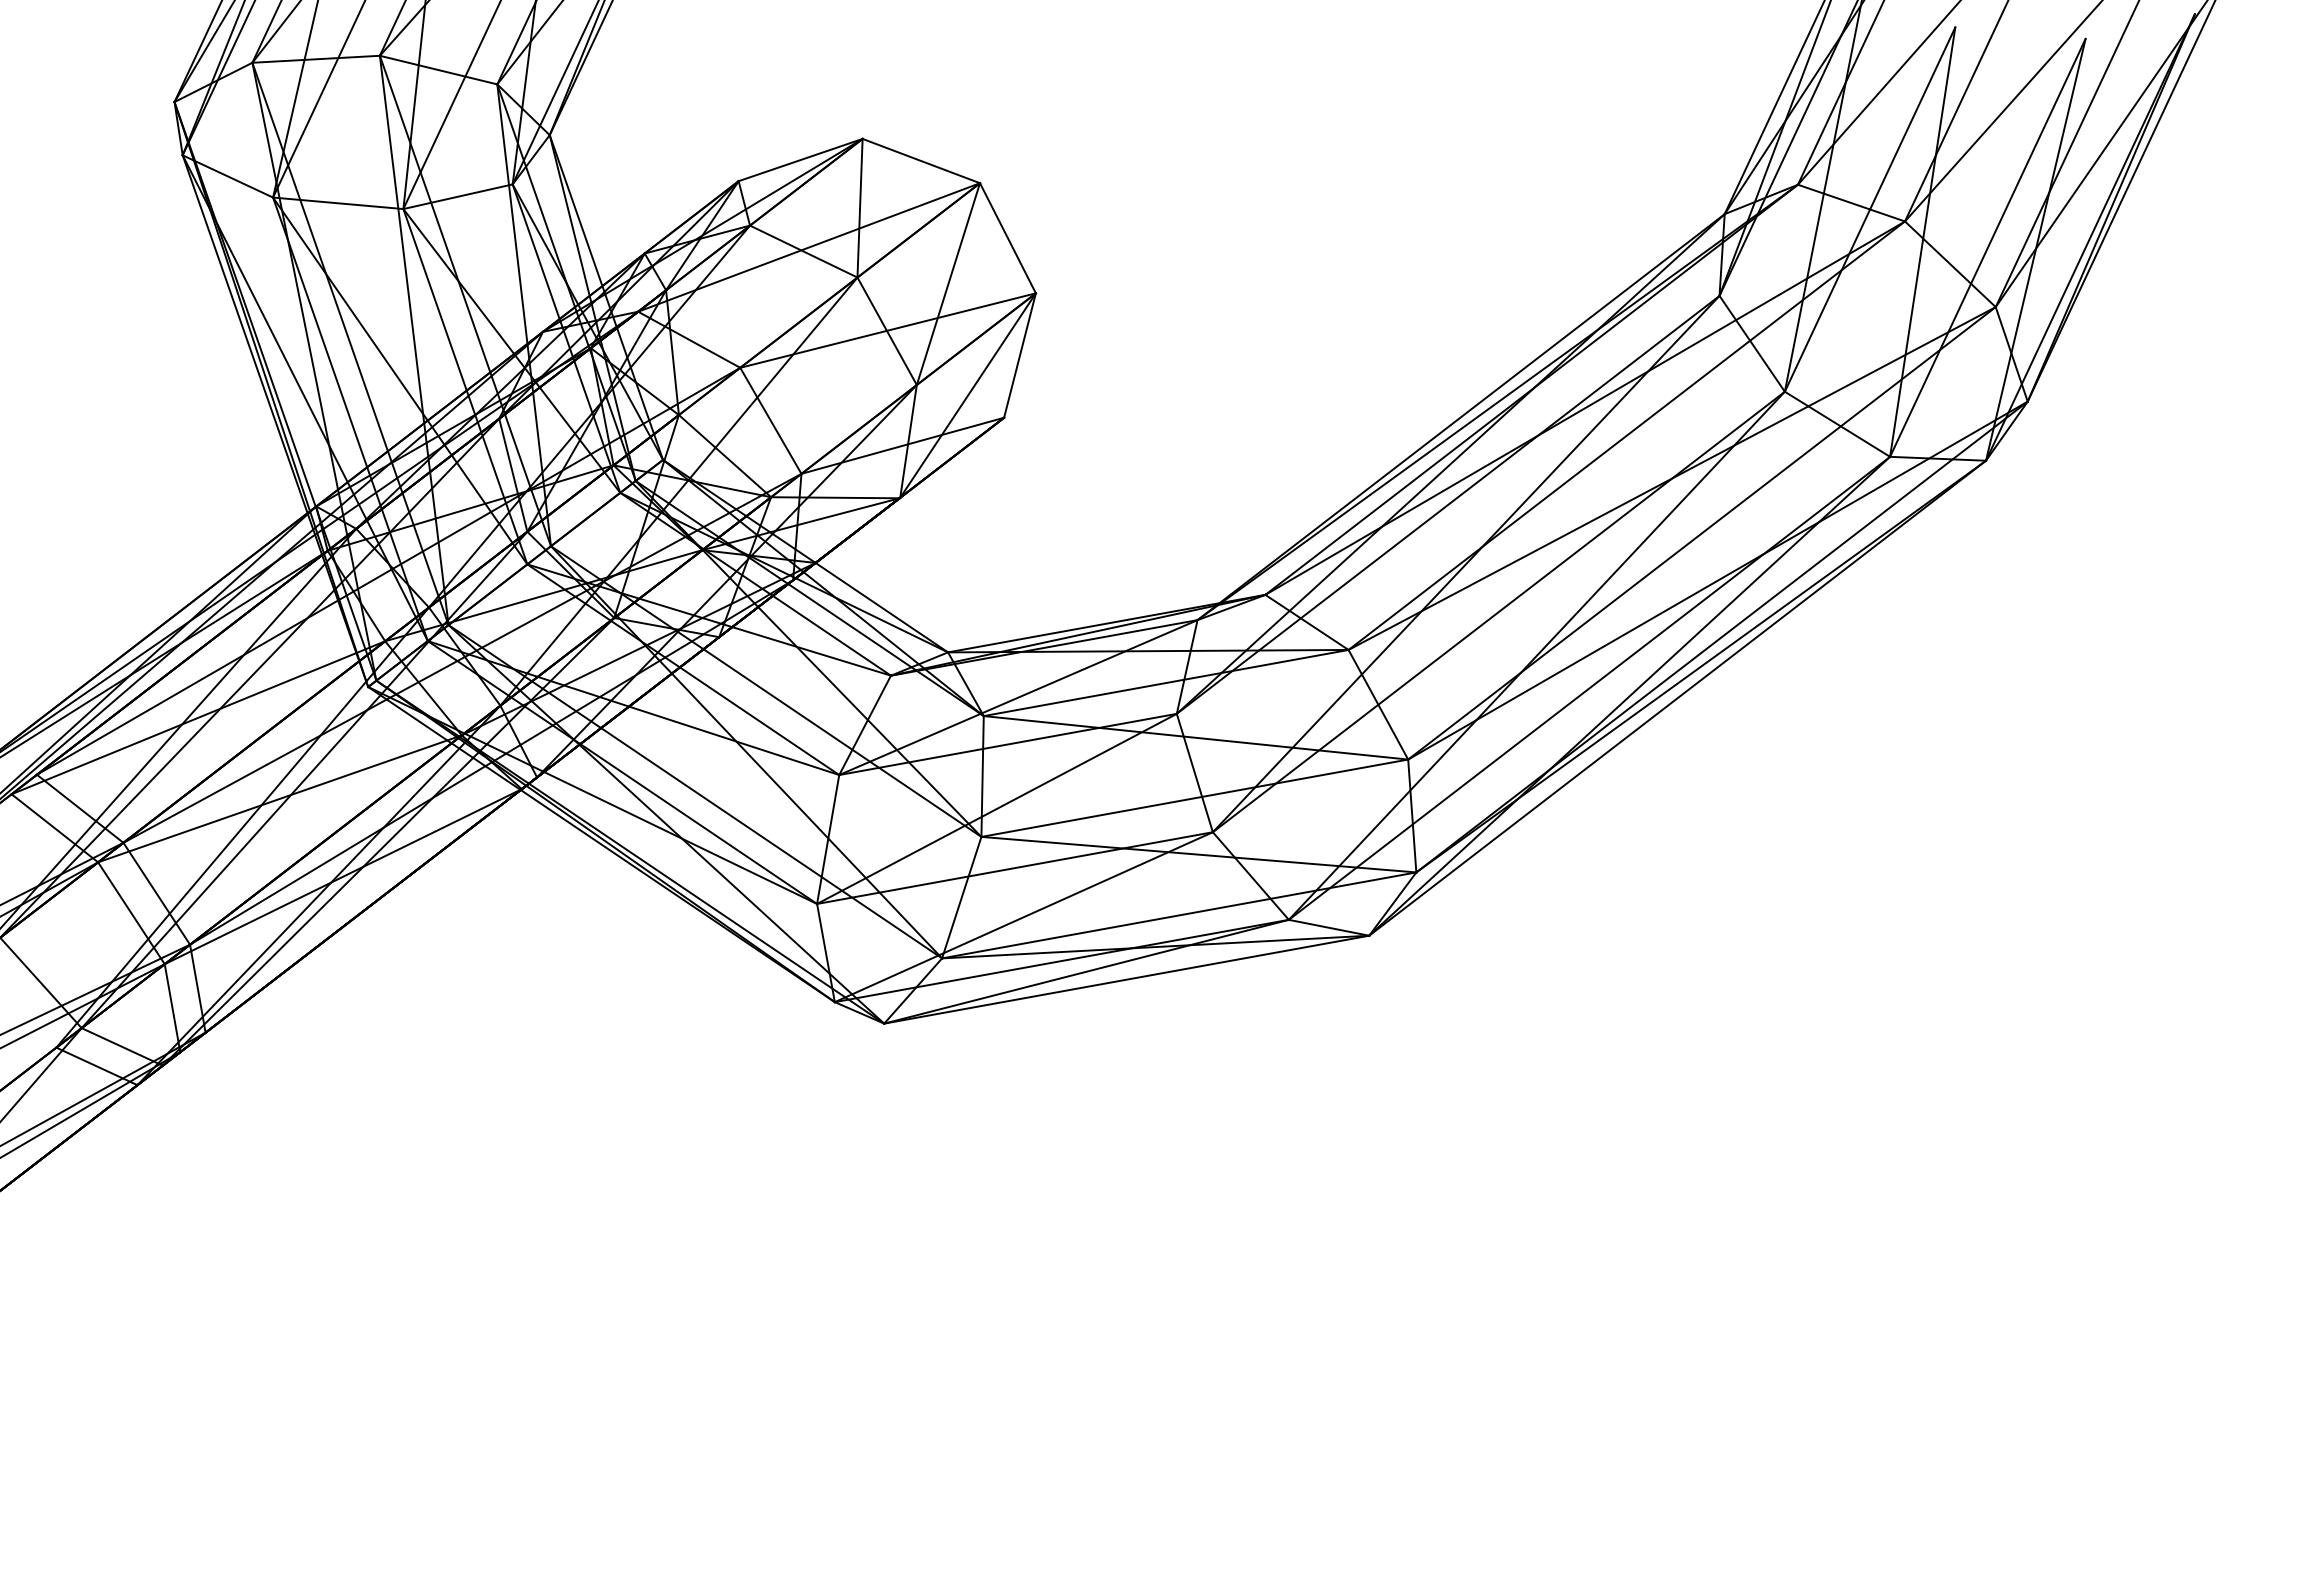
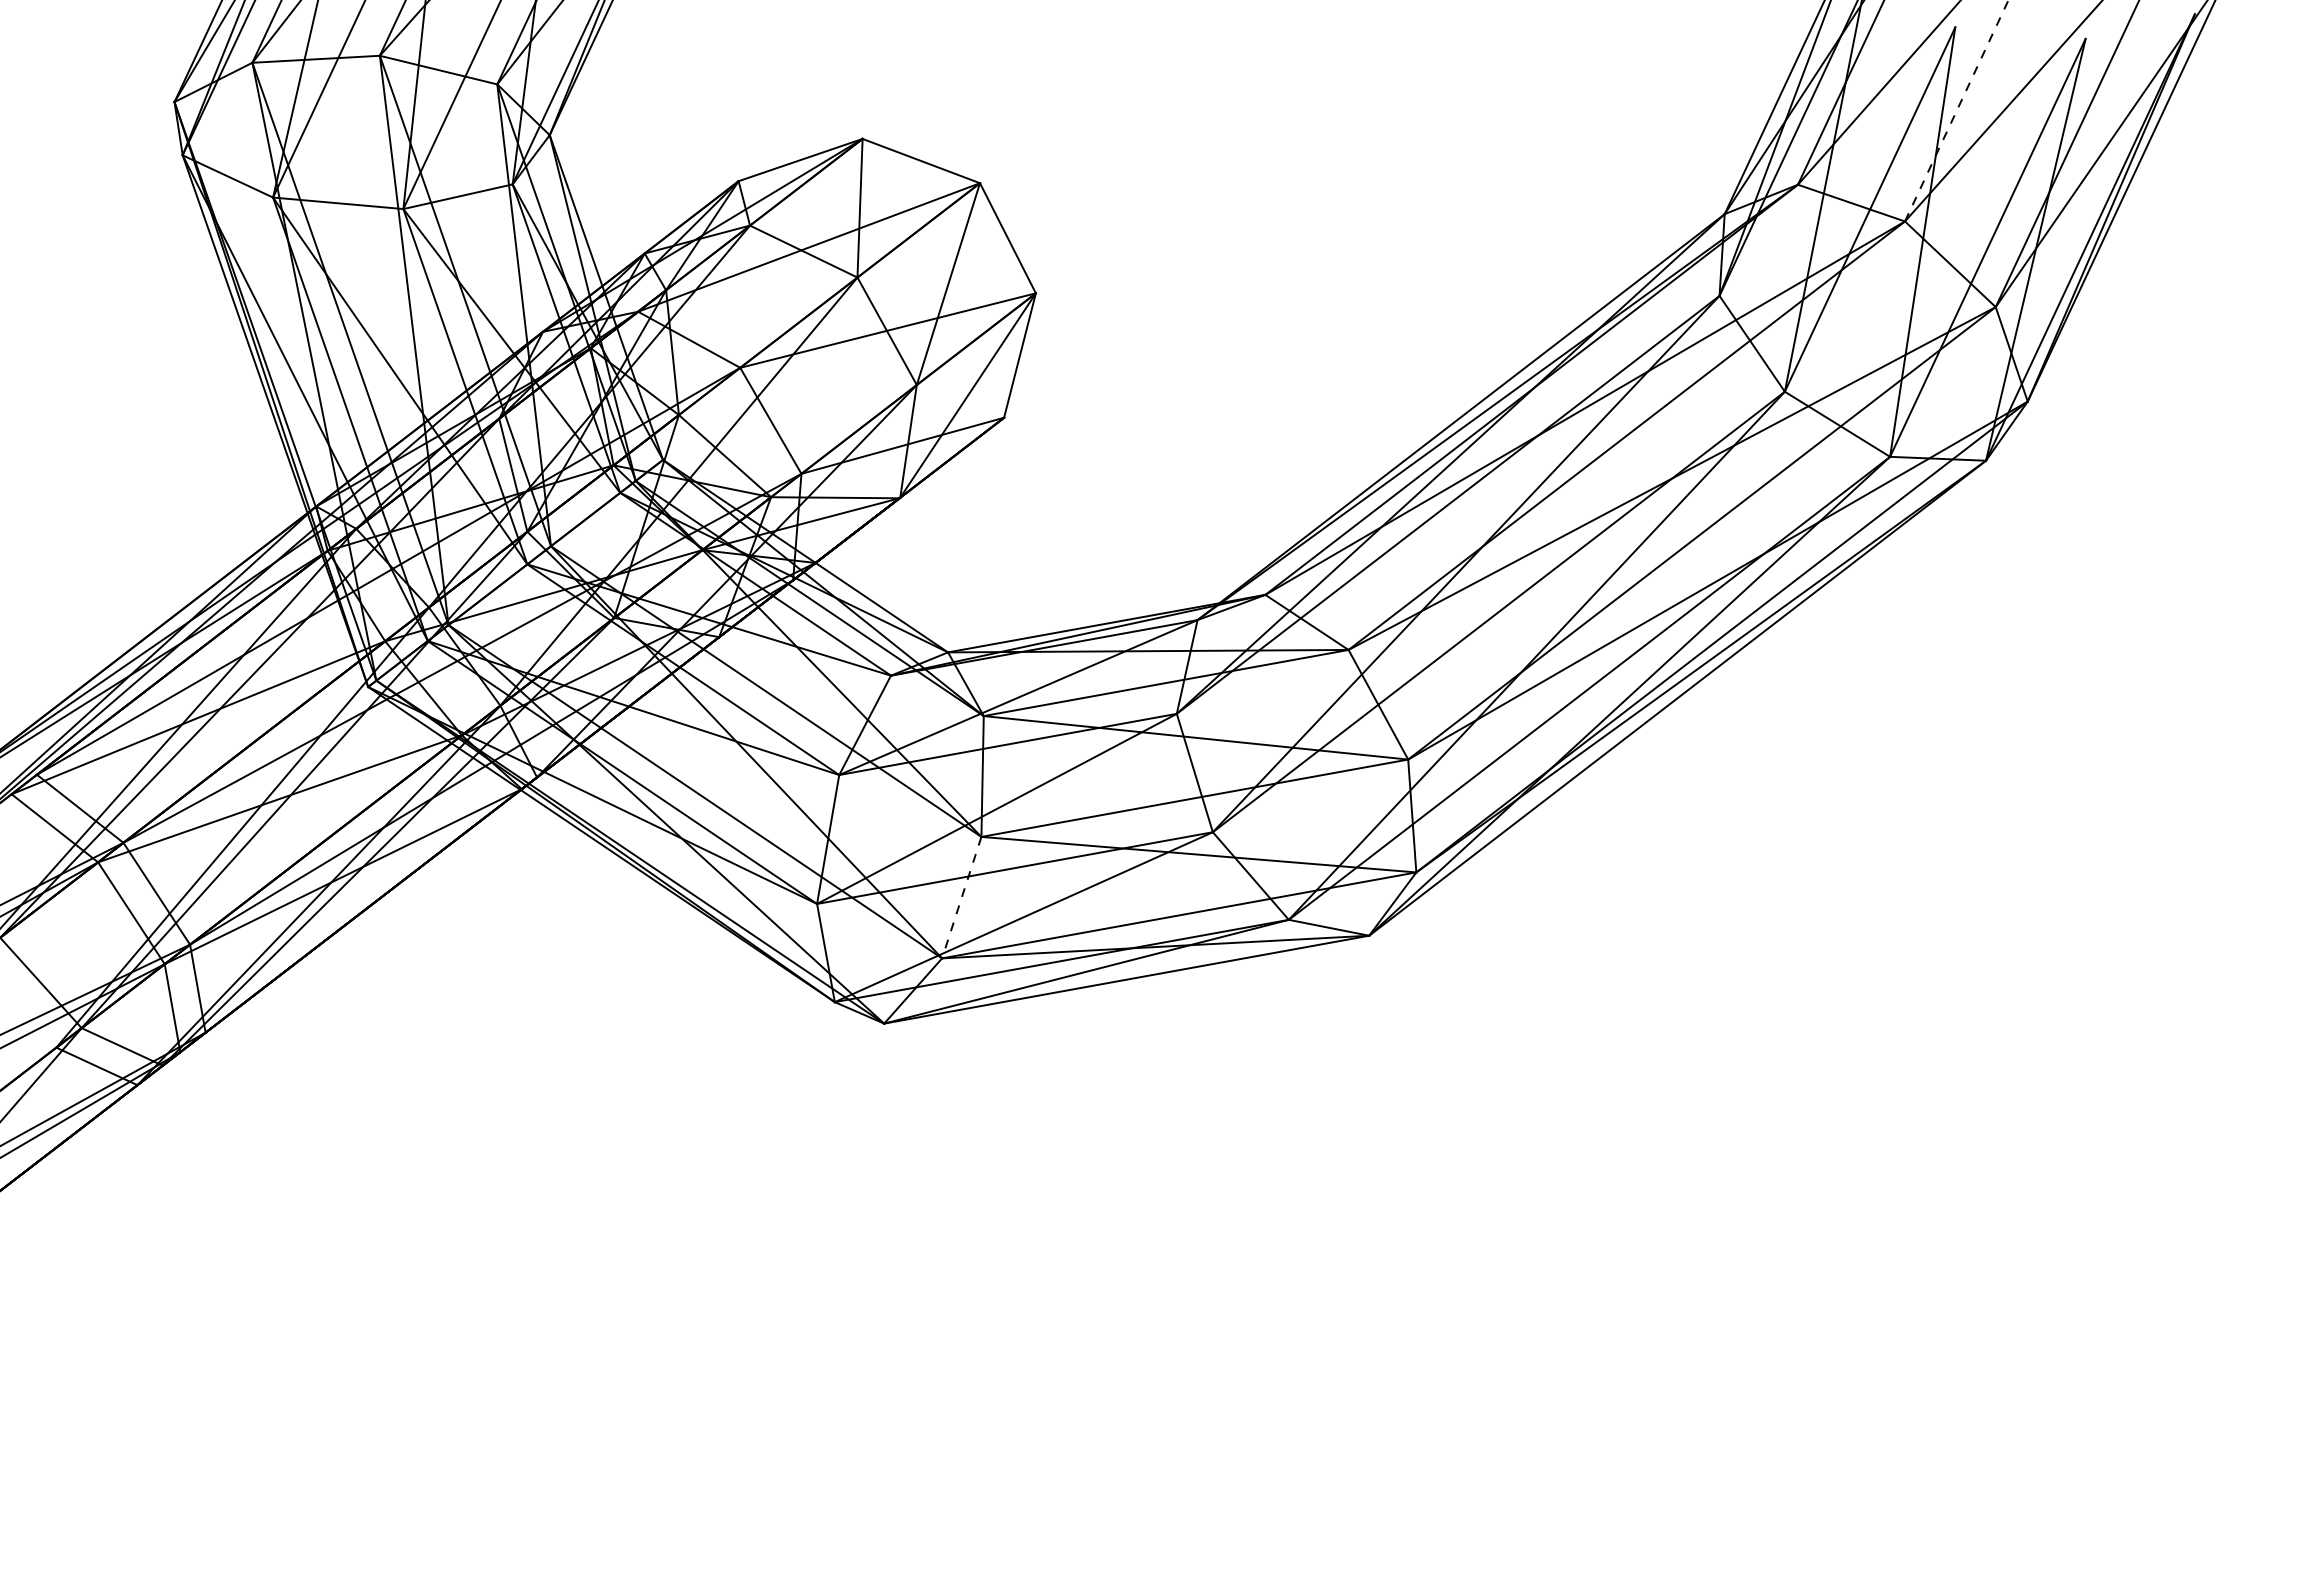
line at (1956, 111): solid -> dashed
line at (961, 897): solid -> dashed
